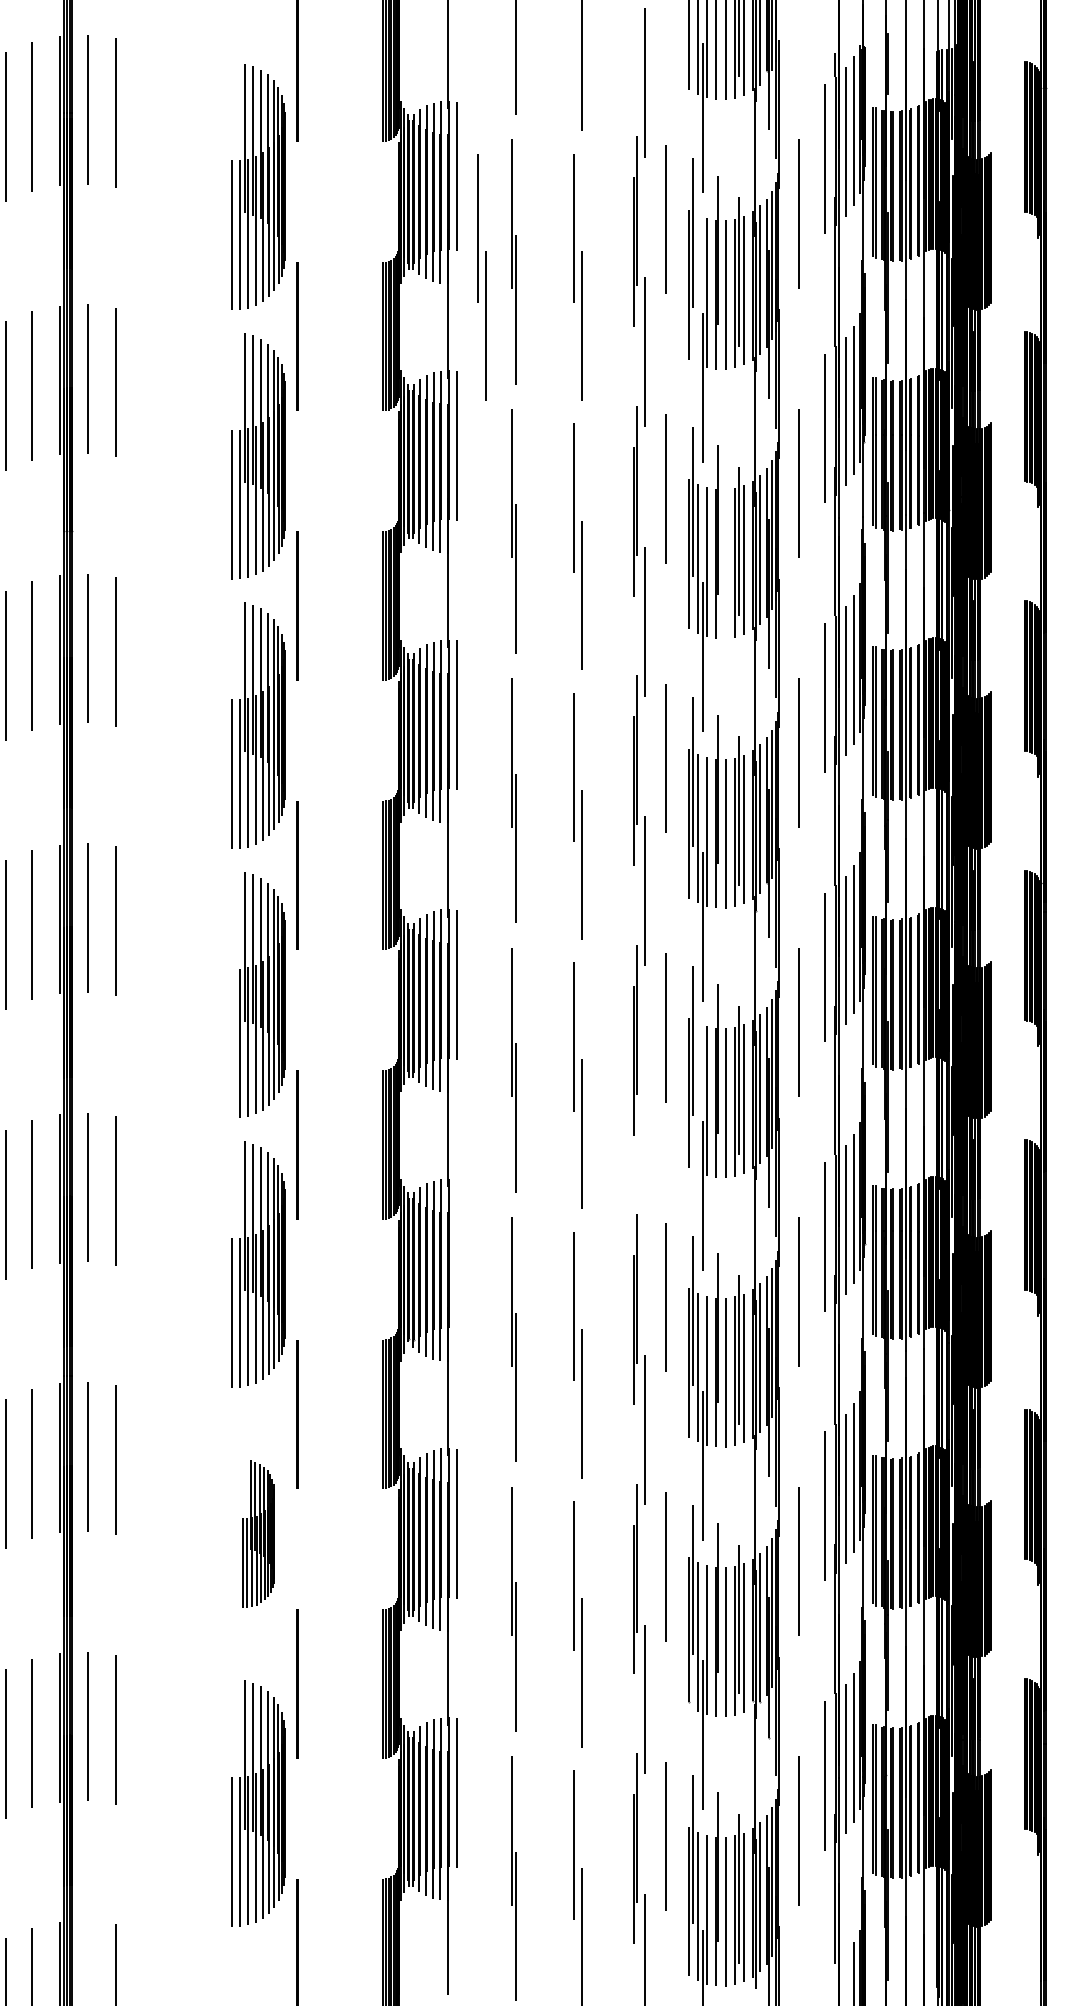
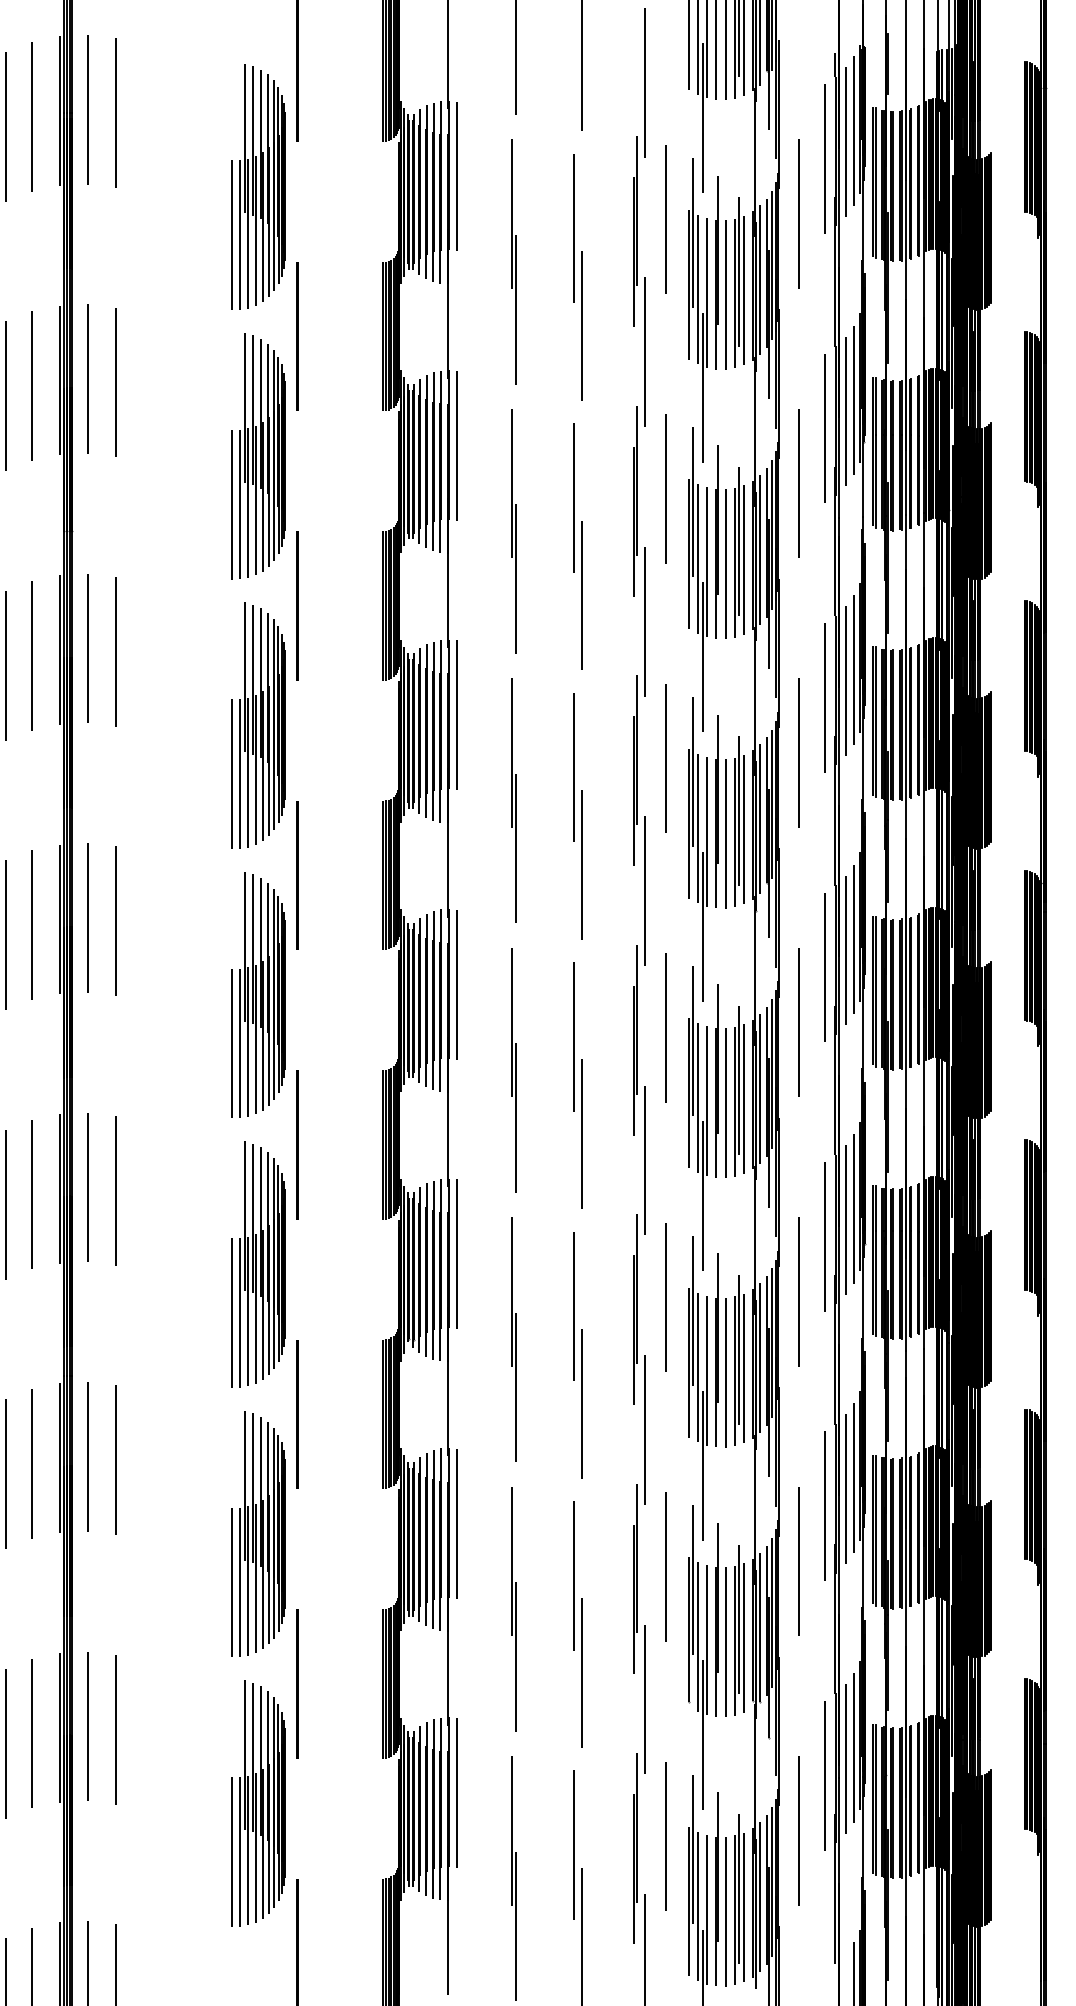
part at (481, 277): present -> none
line at (697, 289): none -> present
line at (725, 564): none -> present
line at (232, 1043): none -> present
line at (697, 1097): none -> present
line at (645, 1160): none -> present
line at (457, 1254): none -> present
part at (258, 1533) size: 33x148 px -> 55x246 px
line at (87, 1961): none -> present
